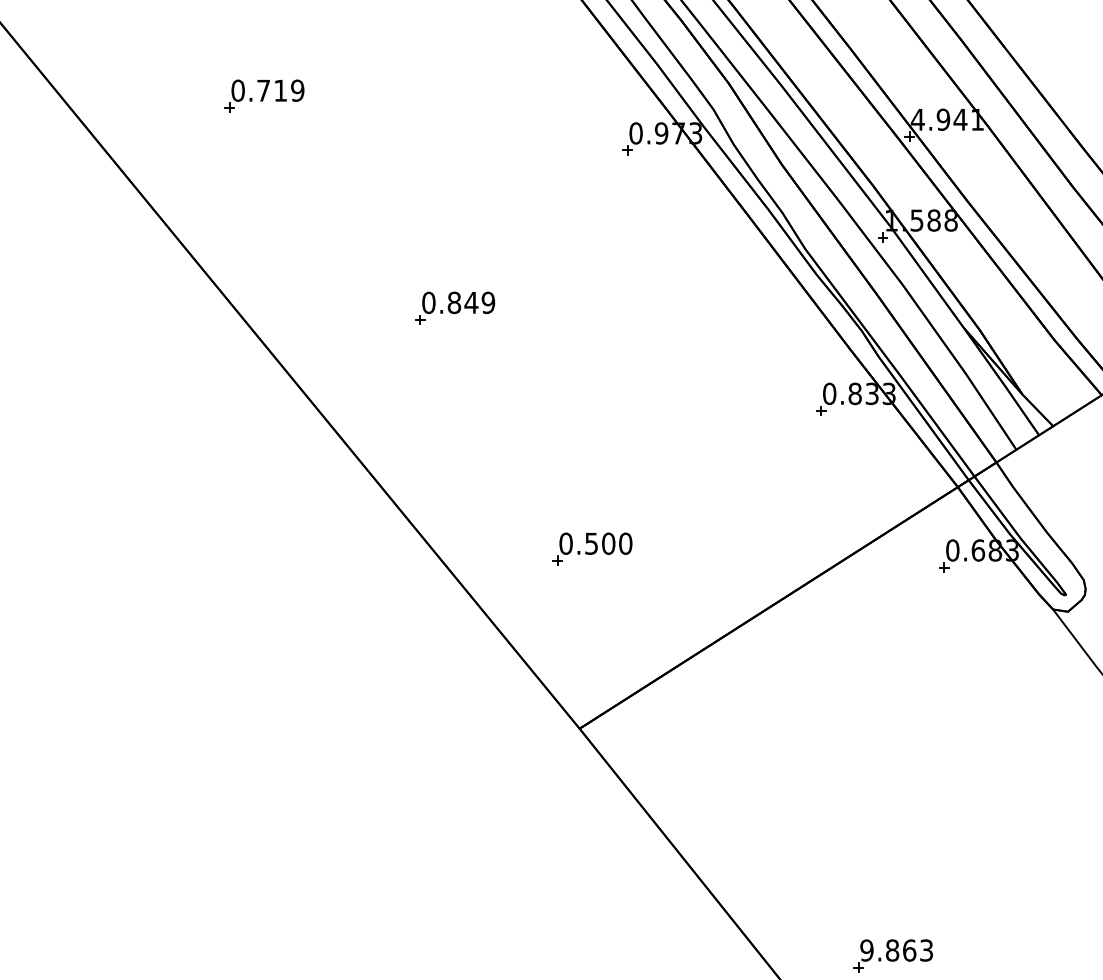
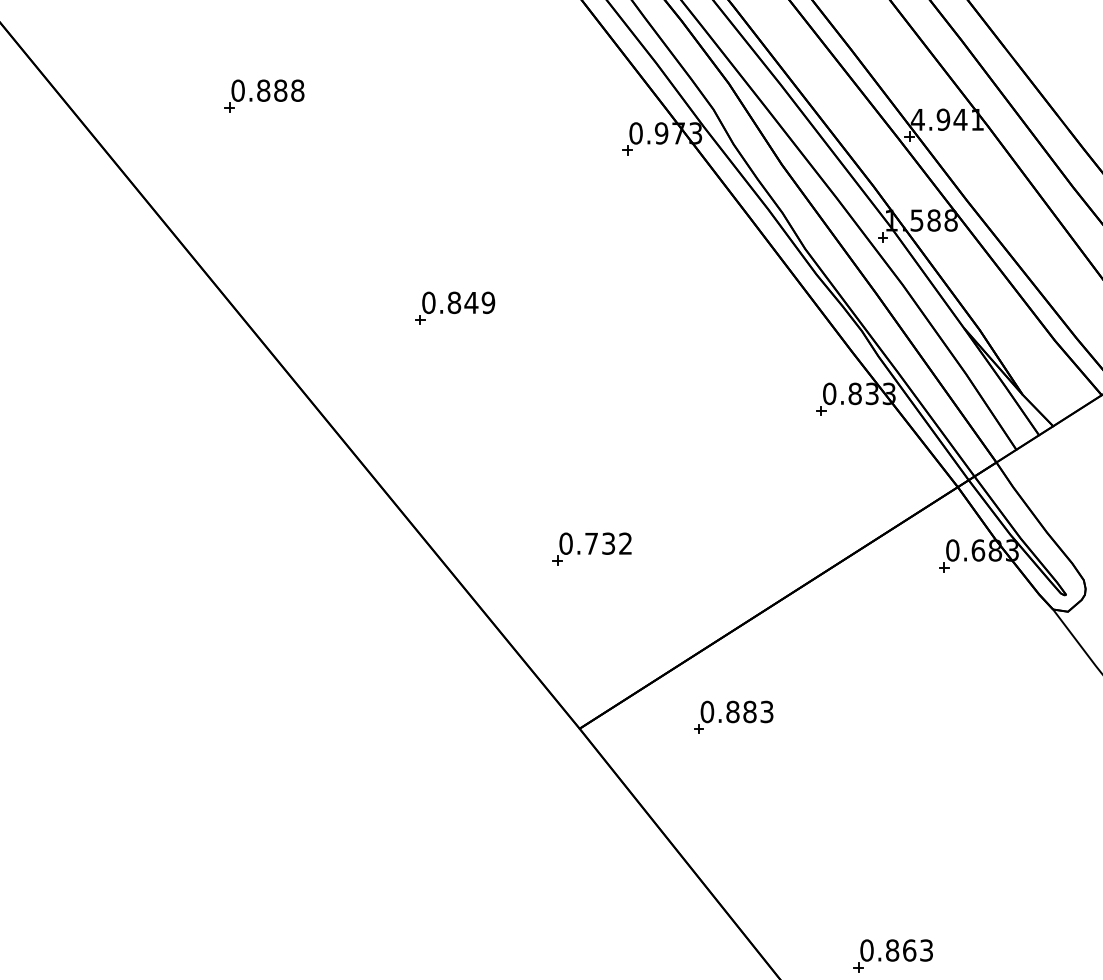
text at (280, 90): 0.719 -> 0.888
text at (608, 543): 0.500 -> 0.732
part at (733, 716): none -> present
text at (866, 950): 9.863 -> 0.863
